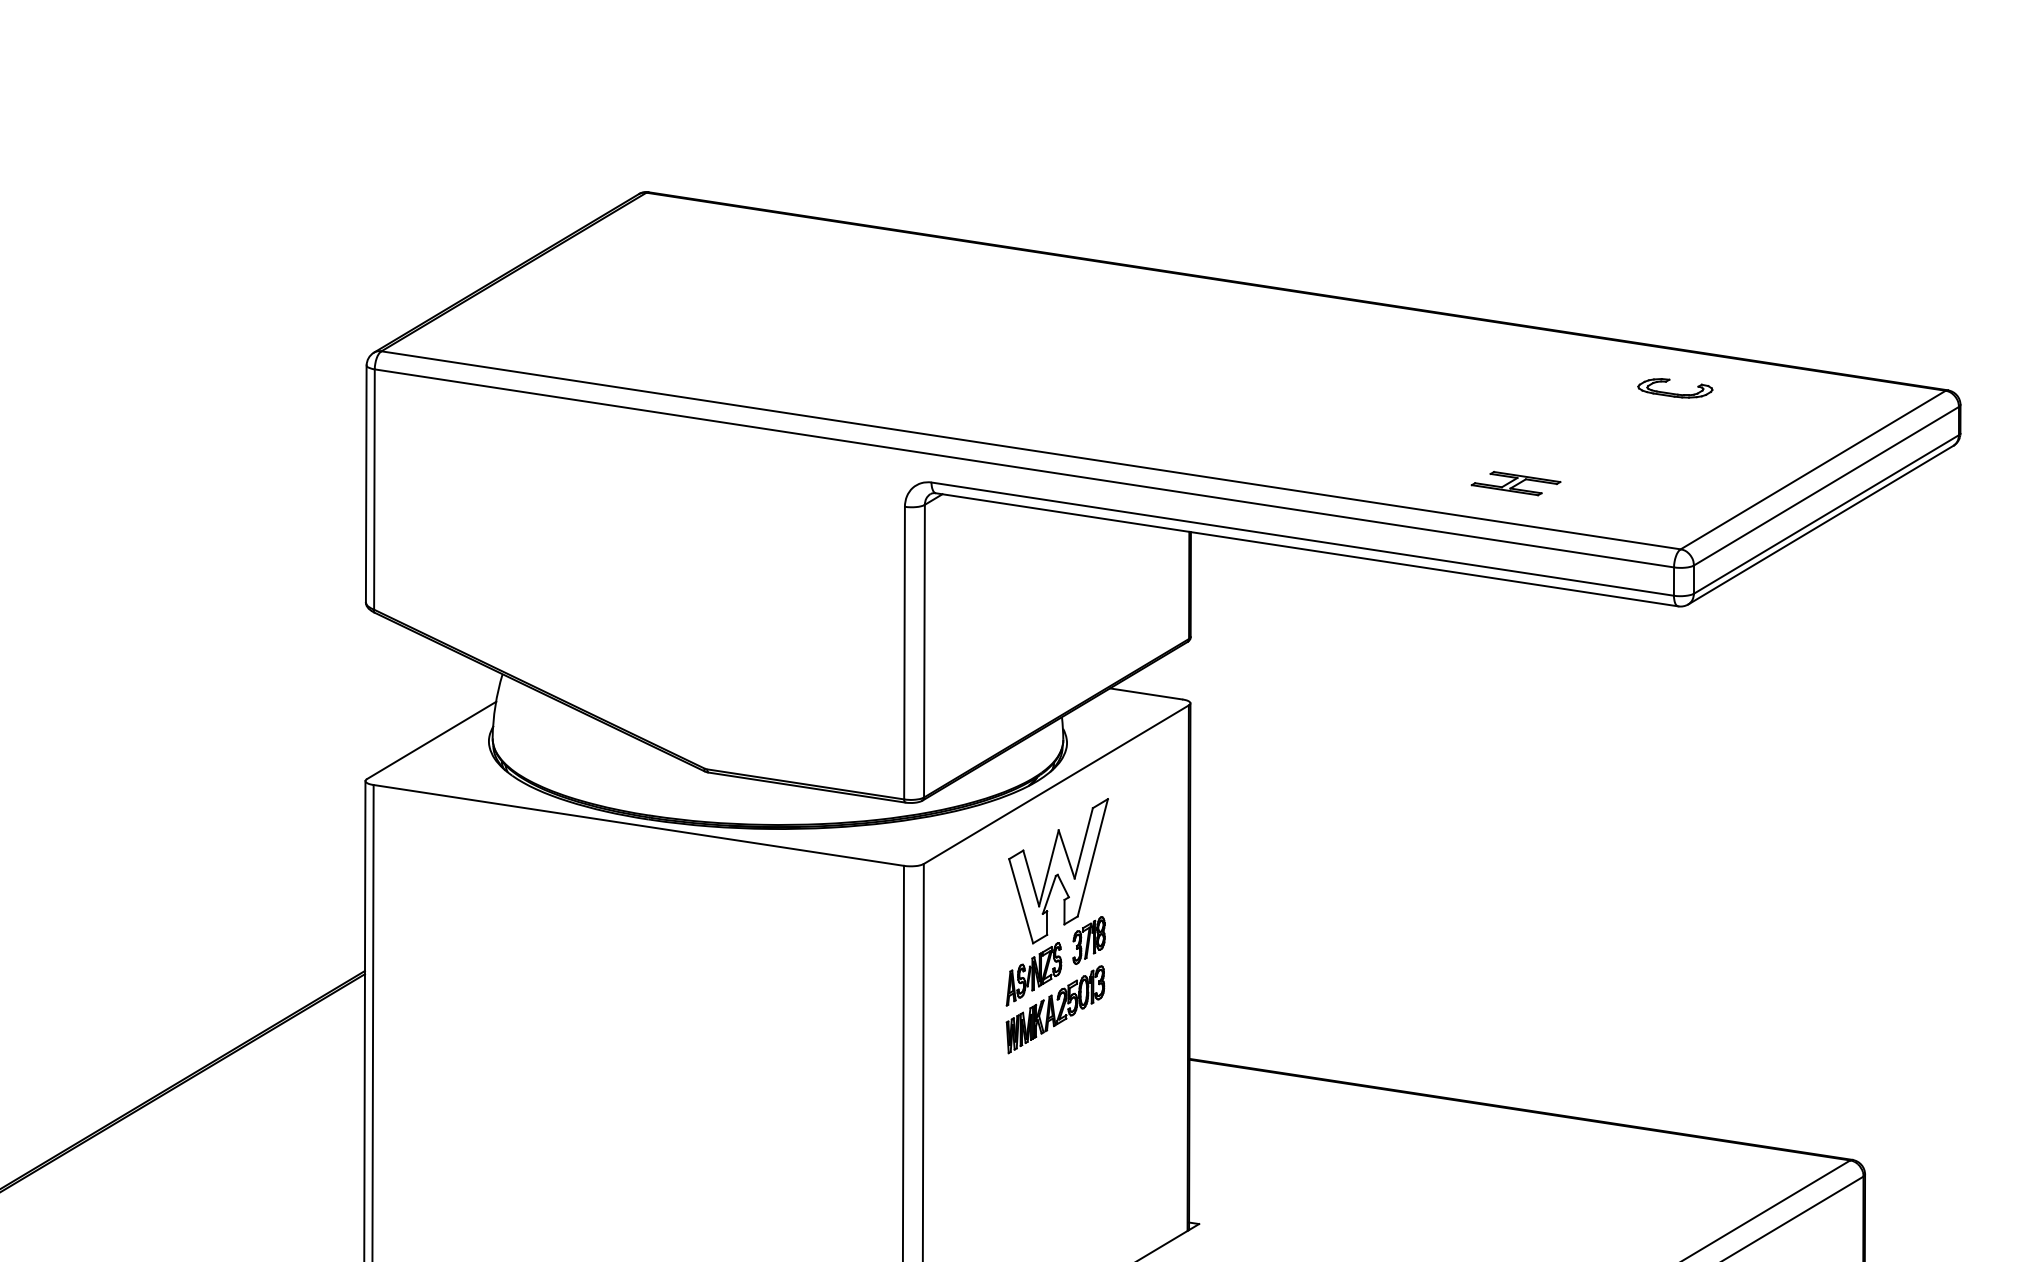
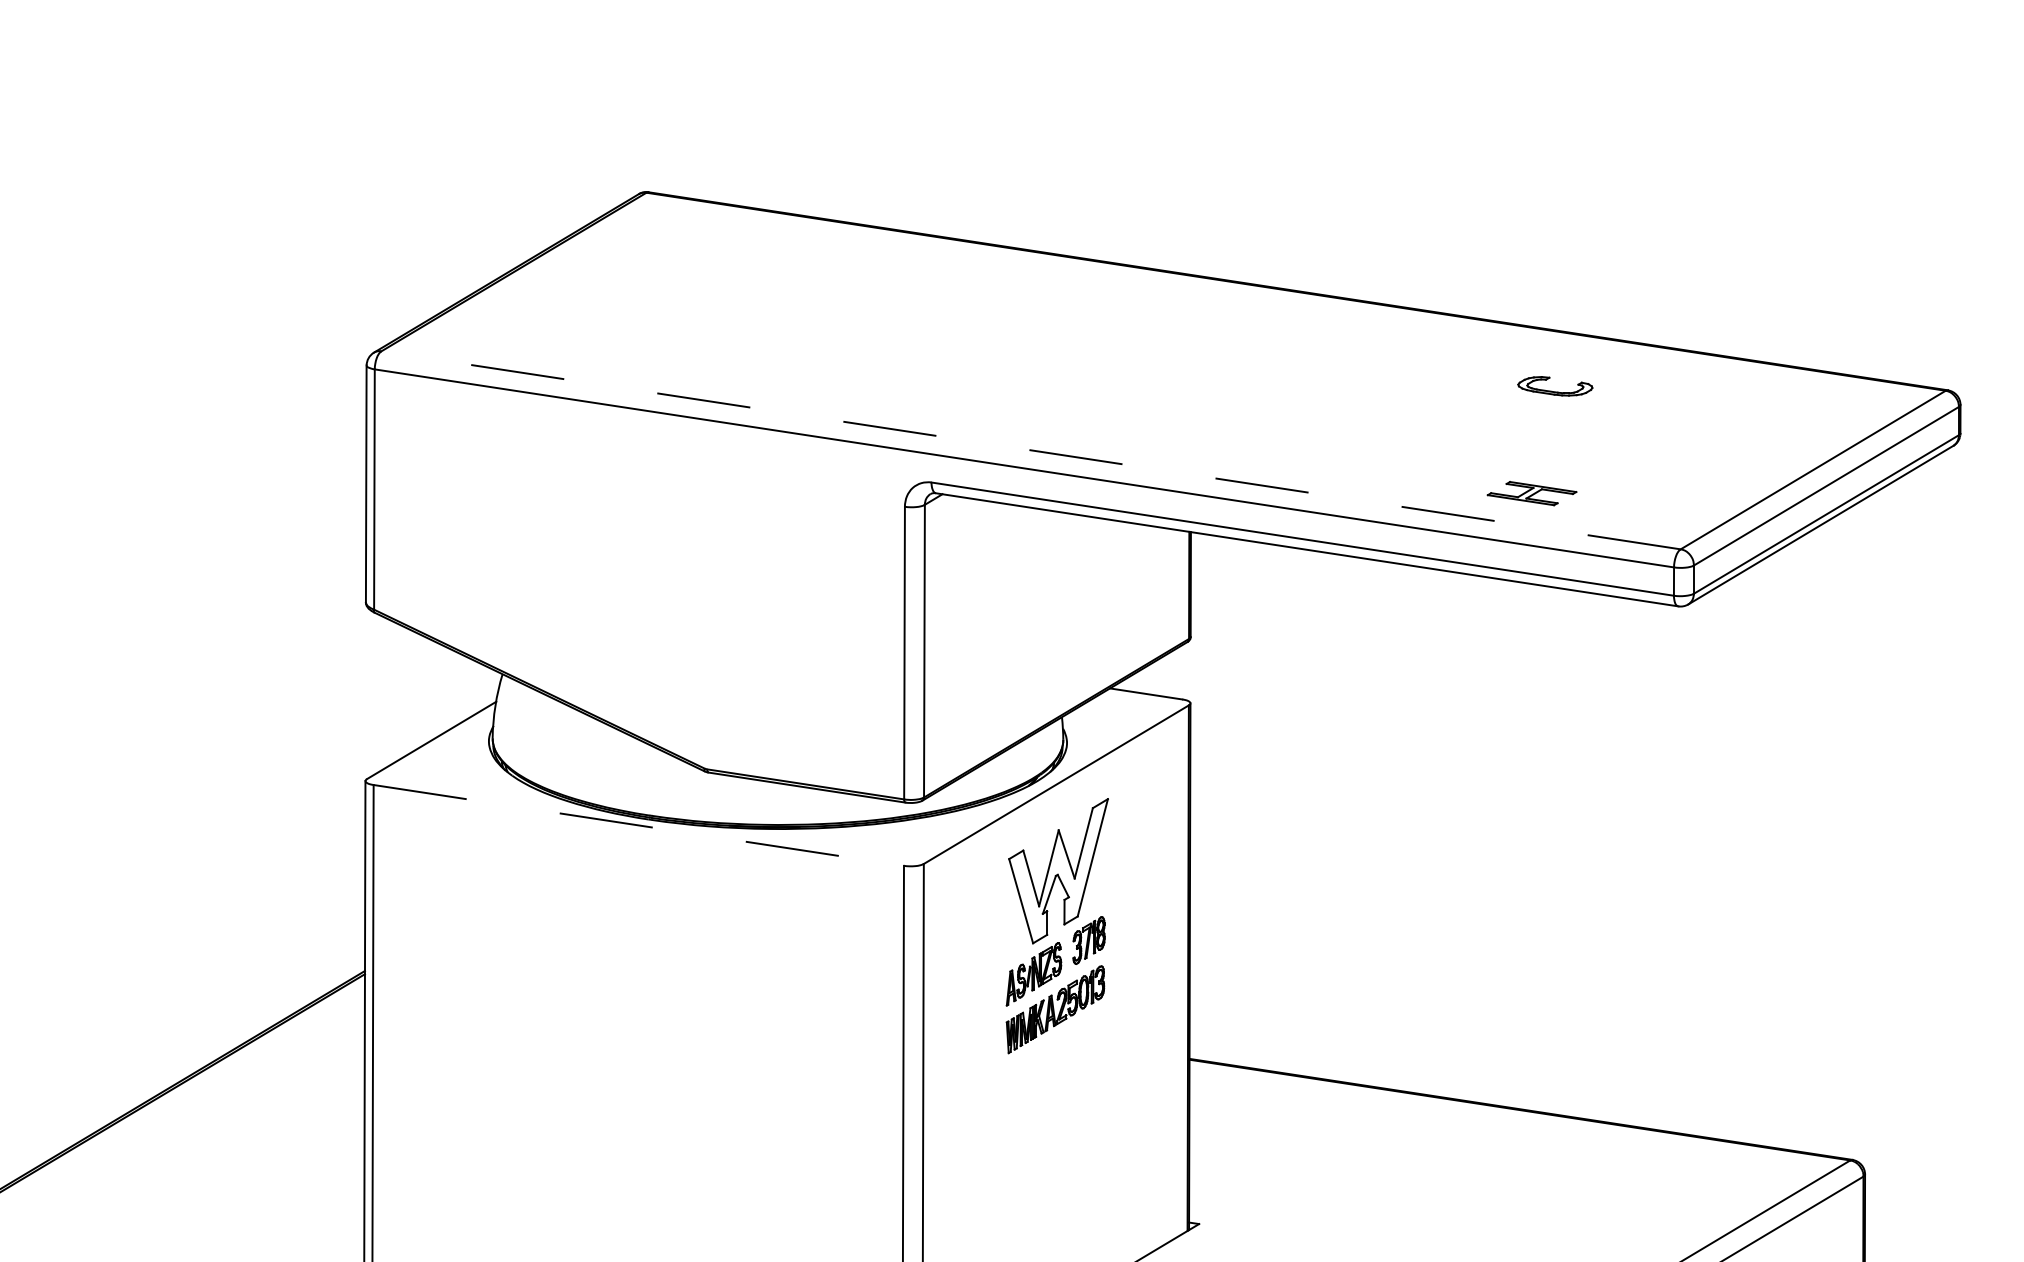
part at (1675, 388) position: (1675, 388) -> (1555, 386)
line at (1030, 450): solid -> dashed
part at (1515, 483) position: (1515, 483) -> (1531, 493)
line at (639, 825): solid -> dashed
